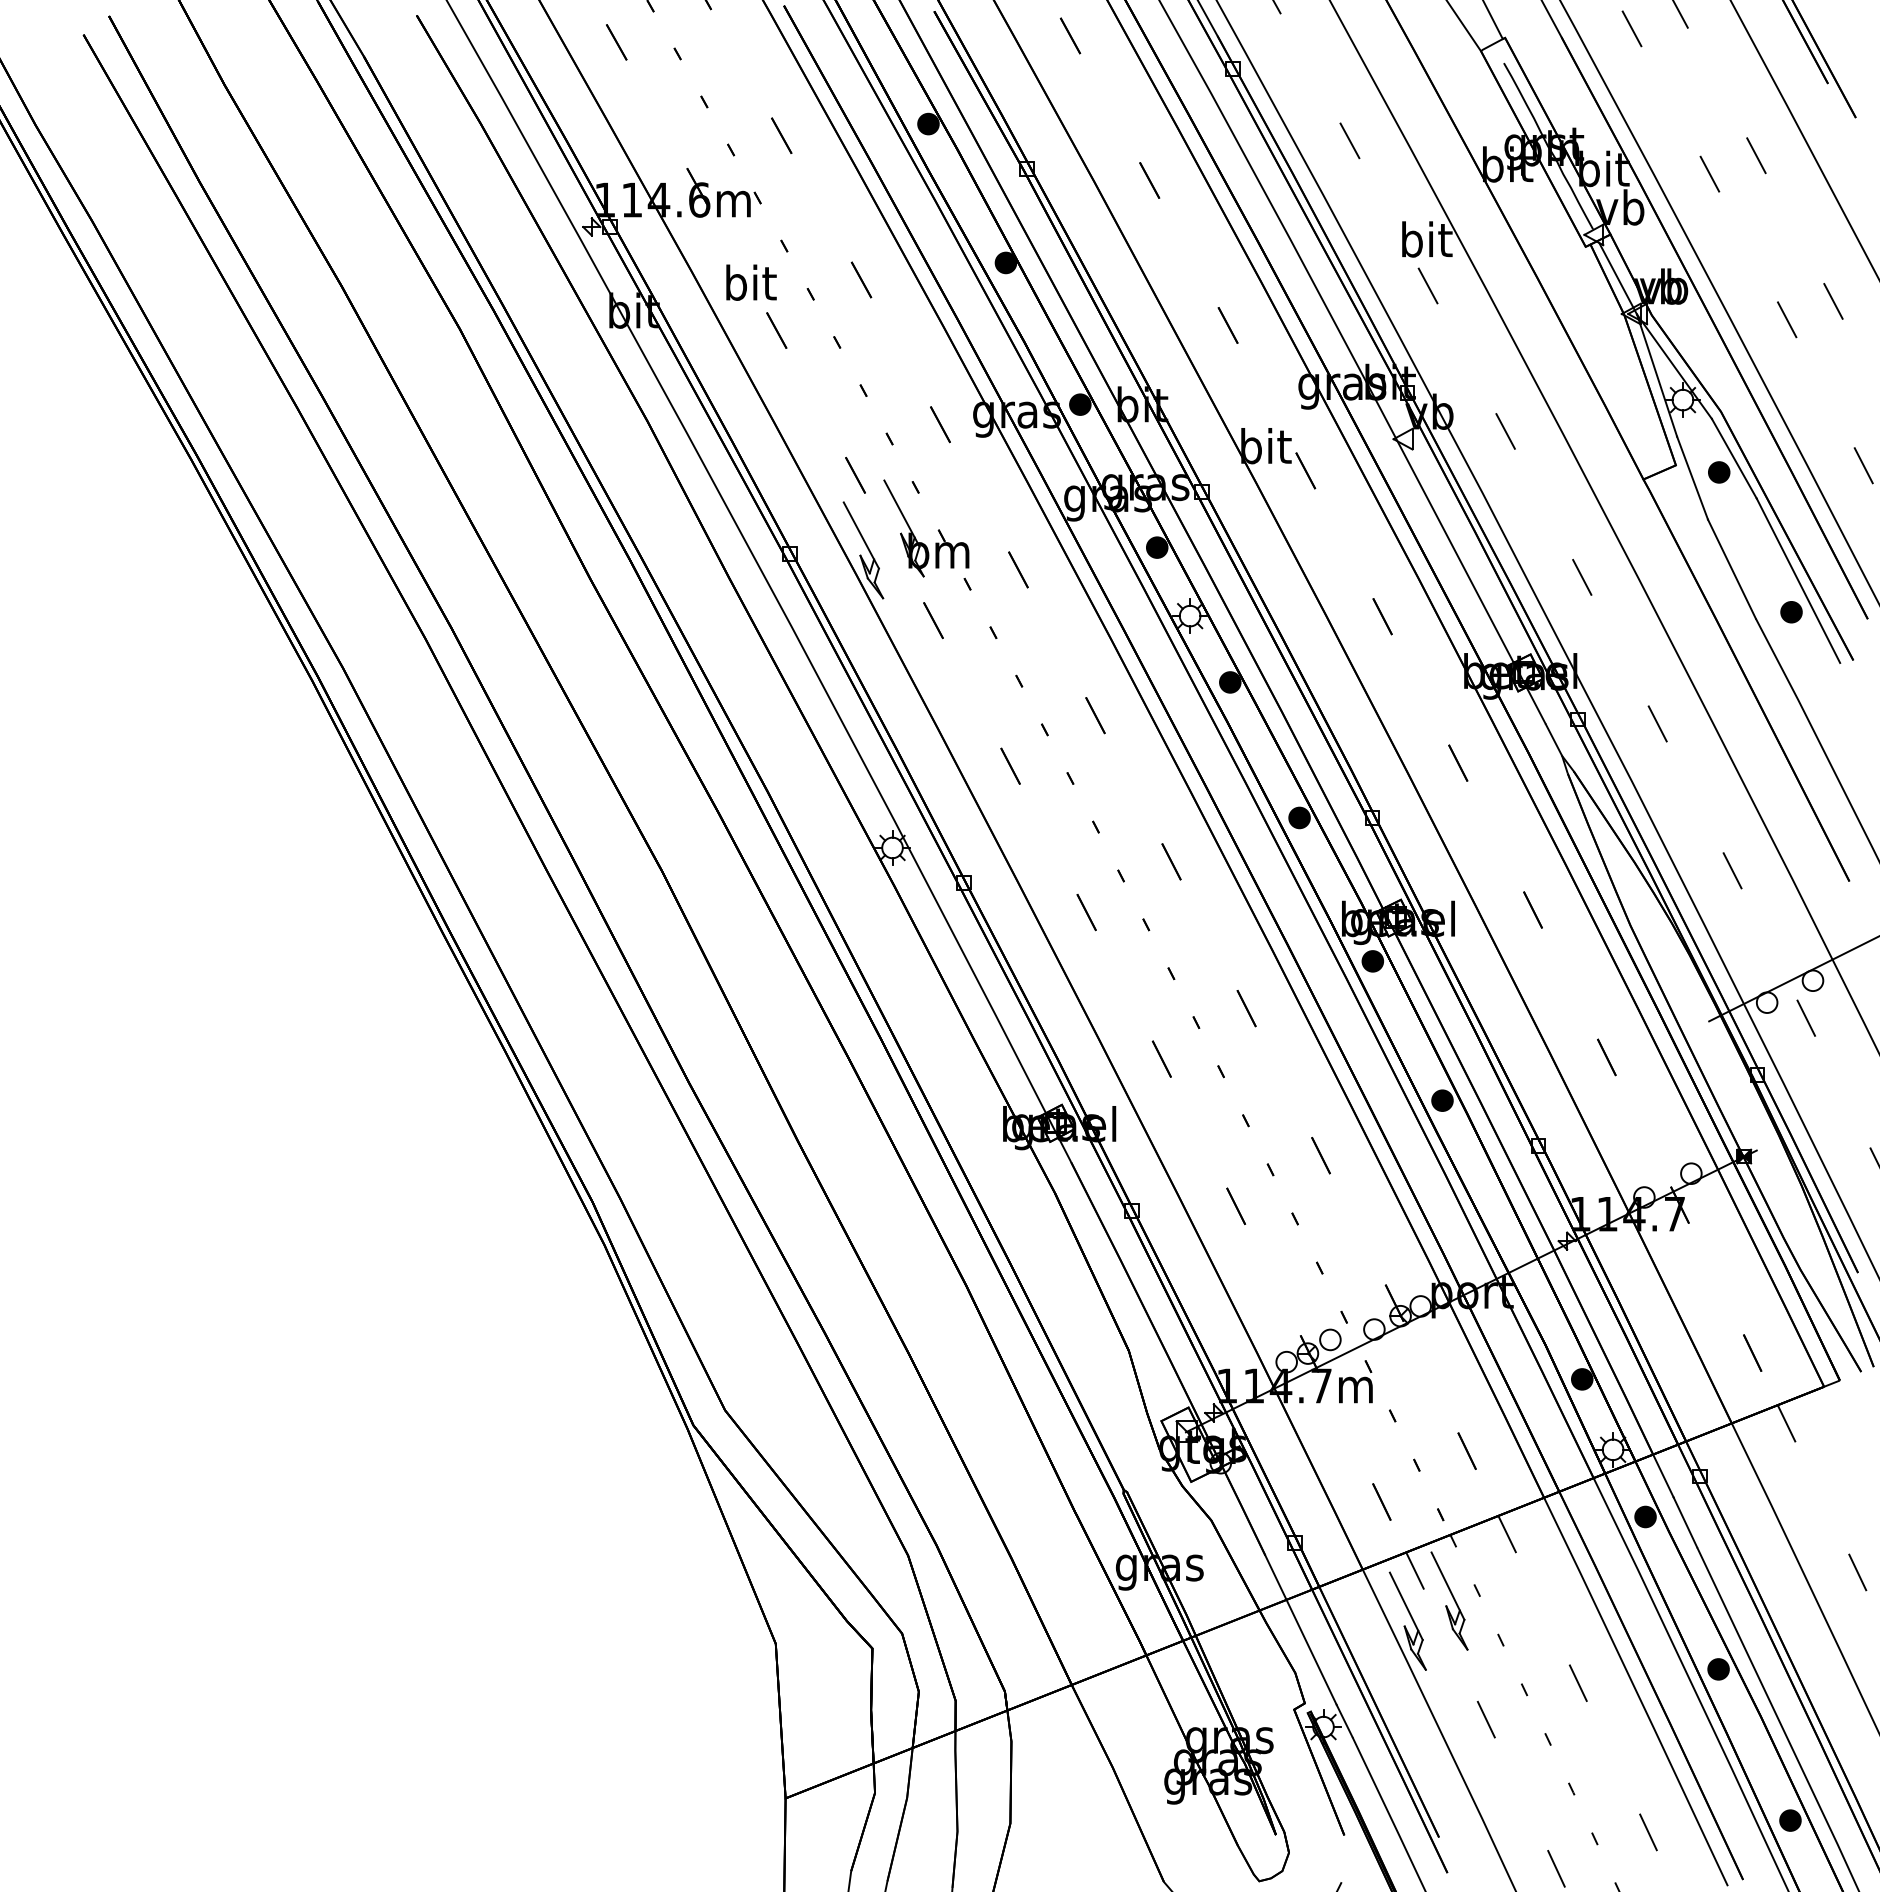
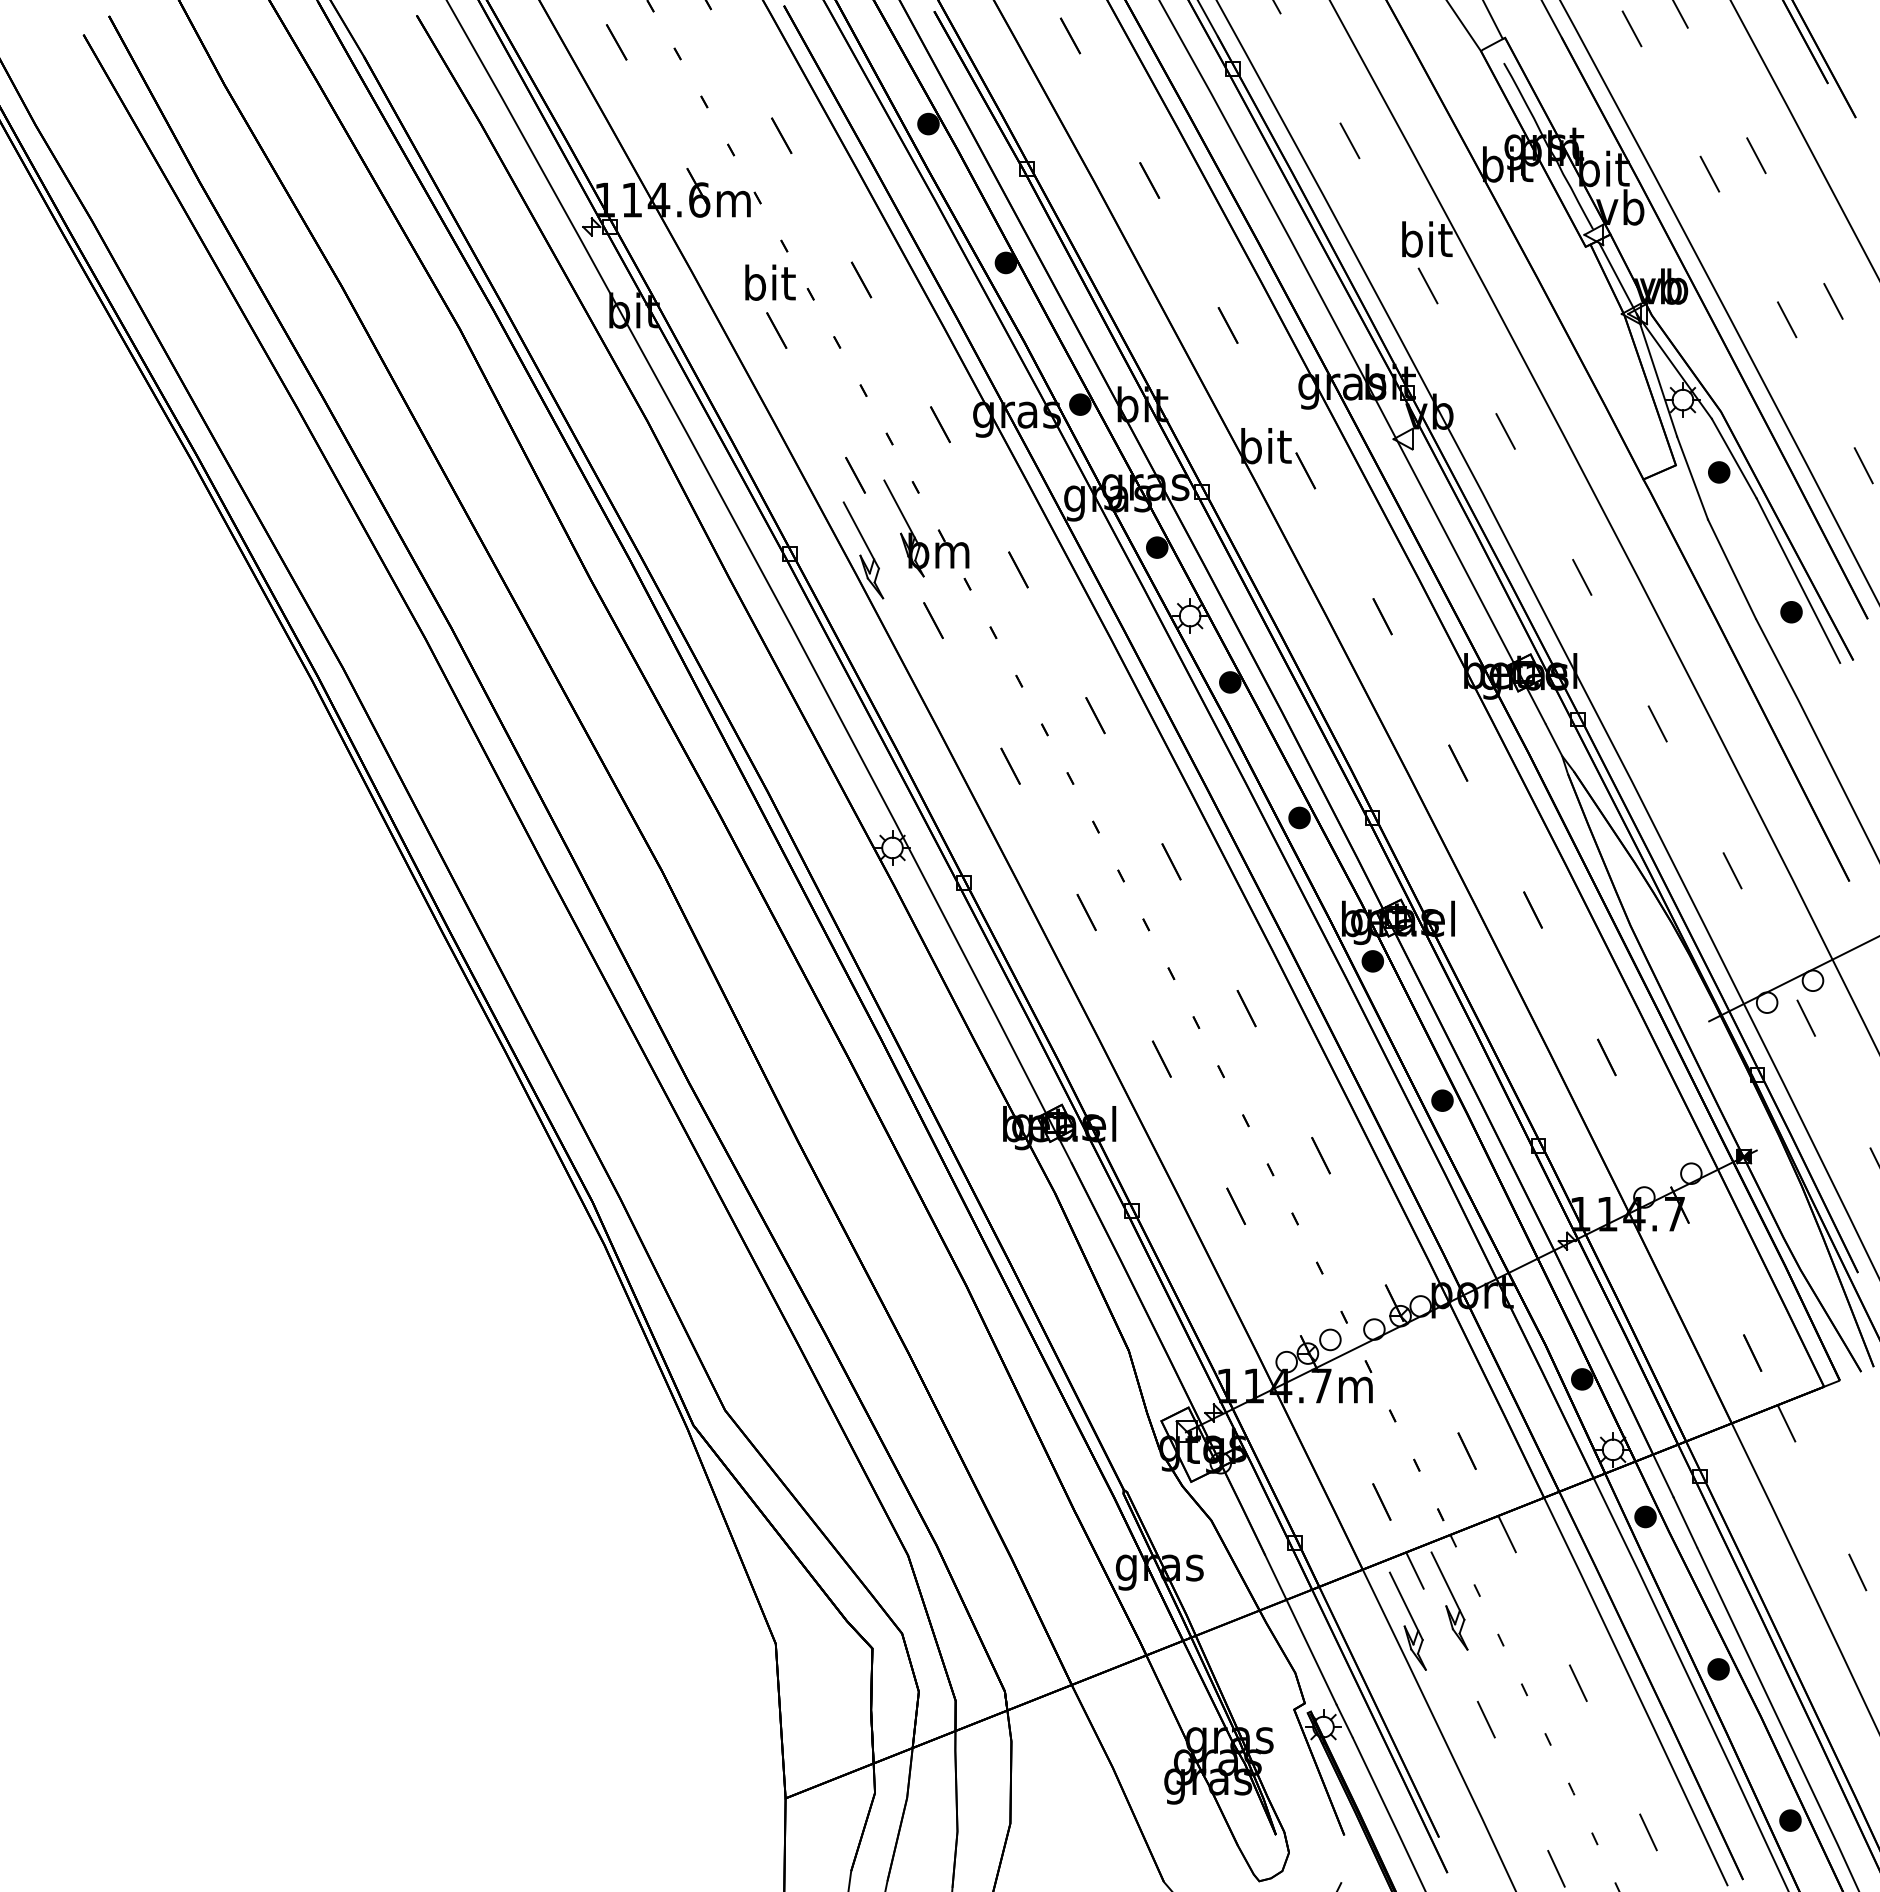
text at (751, 282) position: (751, 282) -> (770, 282)
